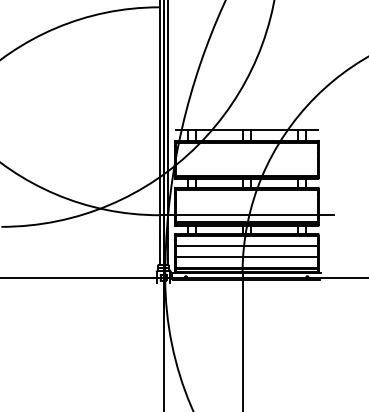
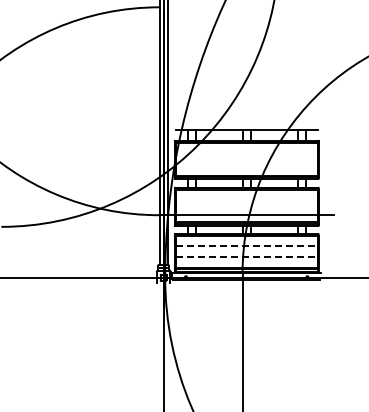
line at (246, 246): solid -> dashed
line at (246, 257): solid -> dashed
